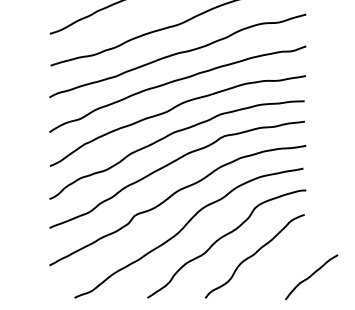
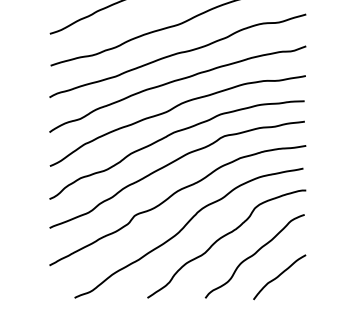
curve at (311, 276) position: (311, 276) -> (279, 276)
